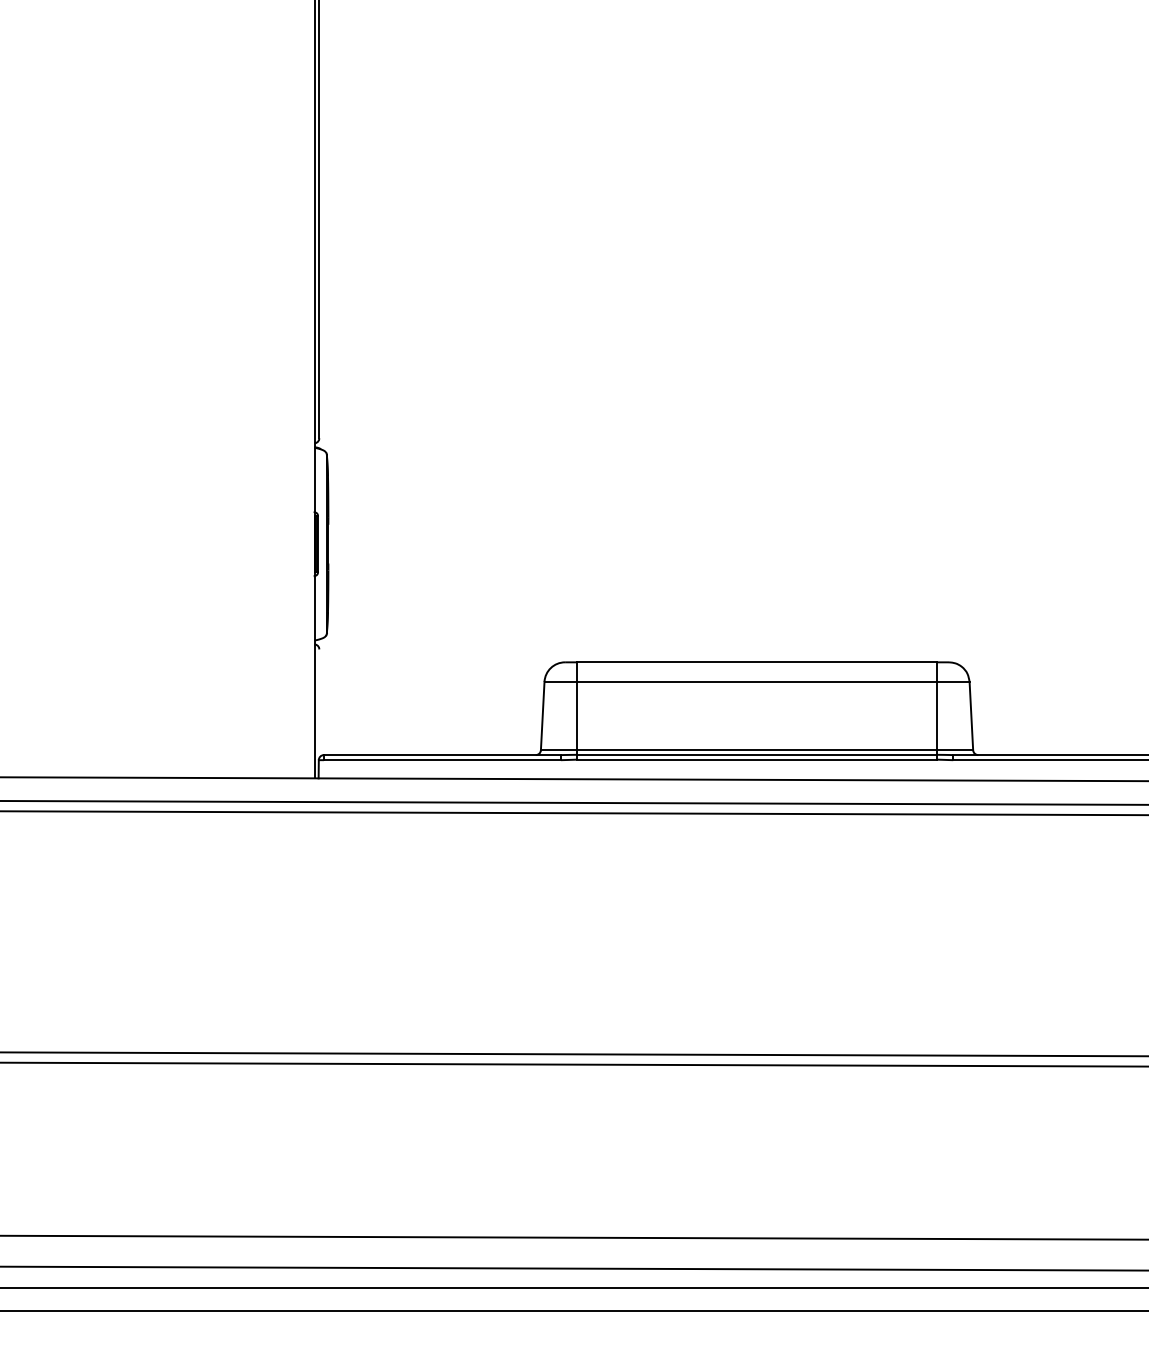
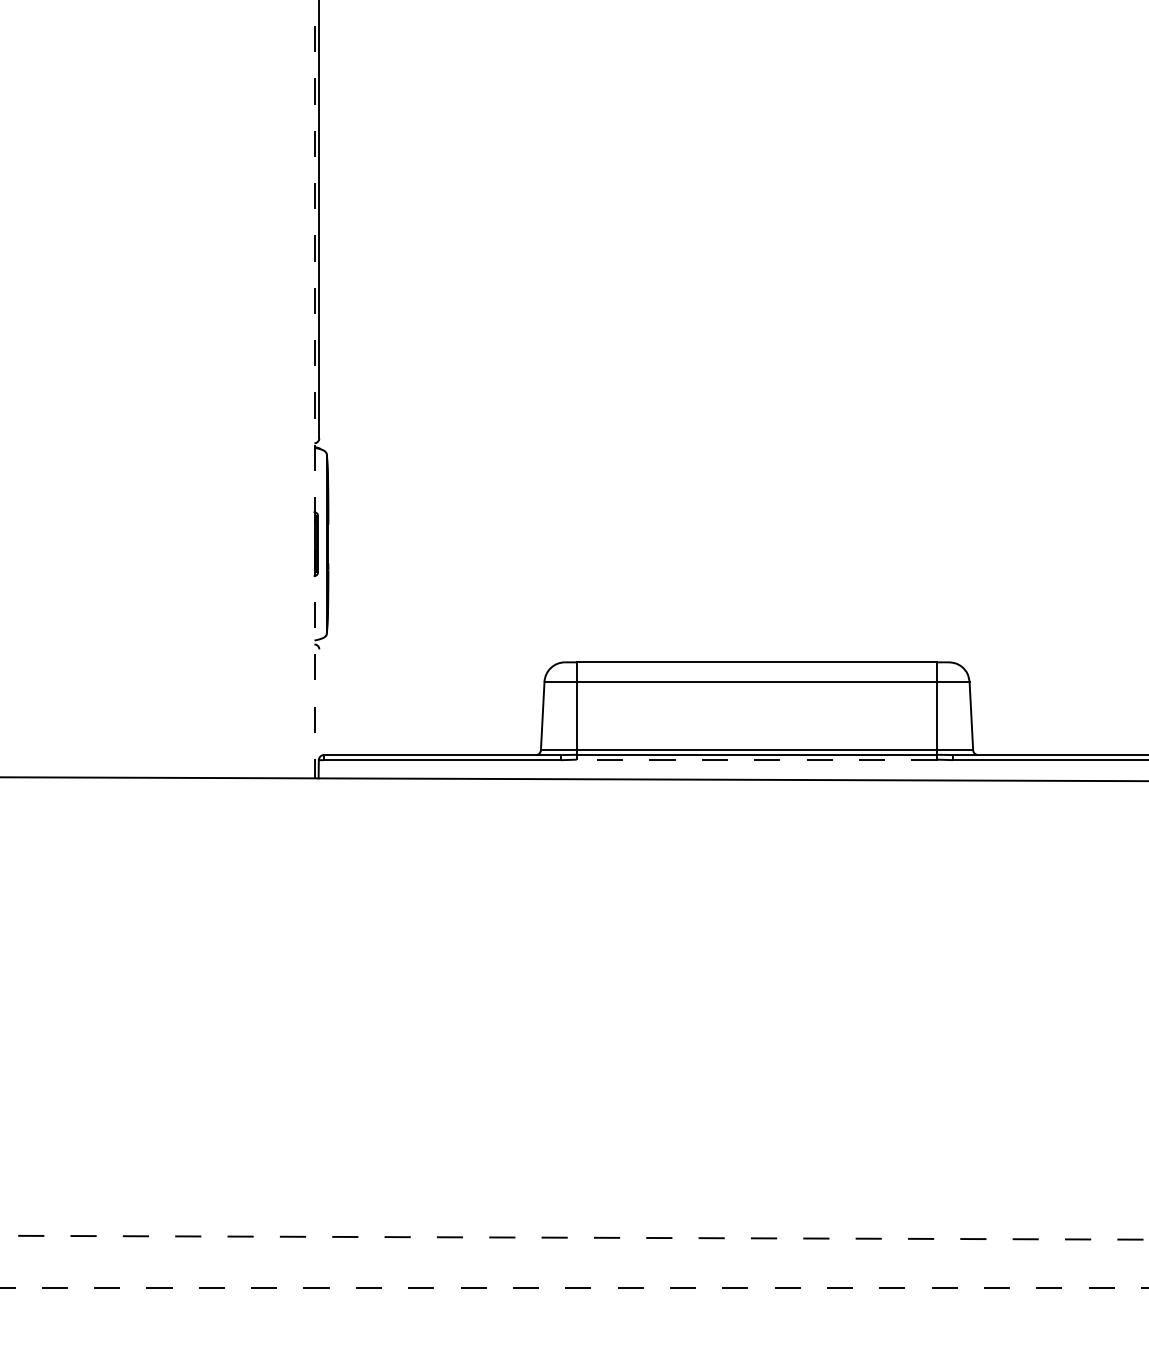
line at (314, 389): solid -> dashed
line at (756, 759): solid -> dashed
line at (573, 802): present -> none
line at (573, 813): present -> none
line at (573, 1054): present -> none
line at (573, 1064): present -> none
line at (574, 1237): solid -> dashed
line at (573, 1268): present -> none
line at (574, 1287): solid -> dashed
line at (573, 1311): present -> none
